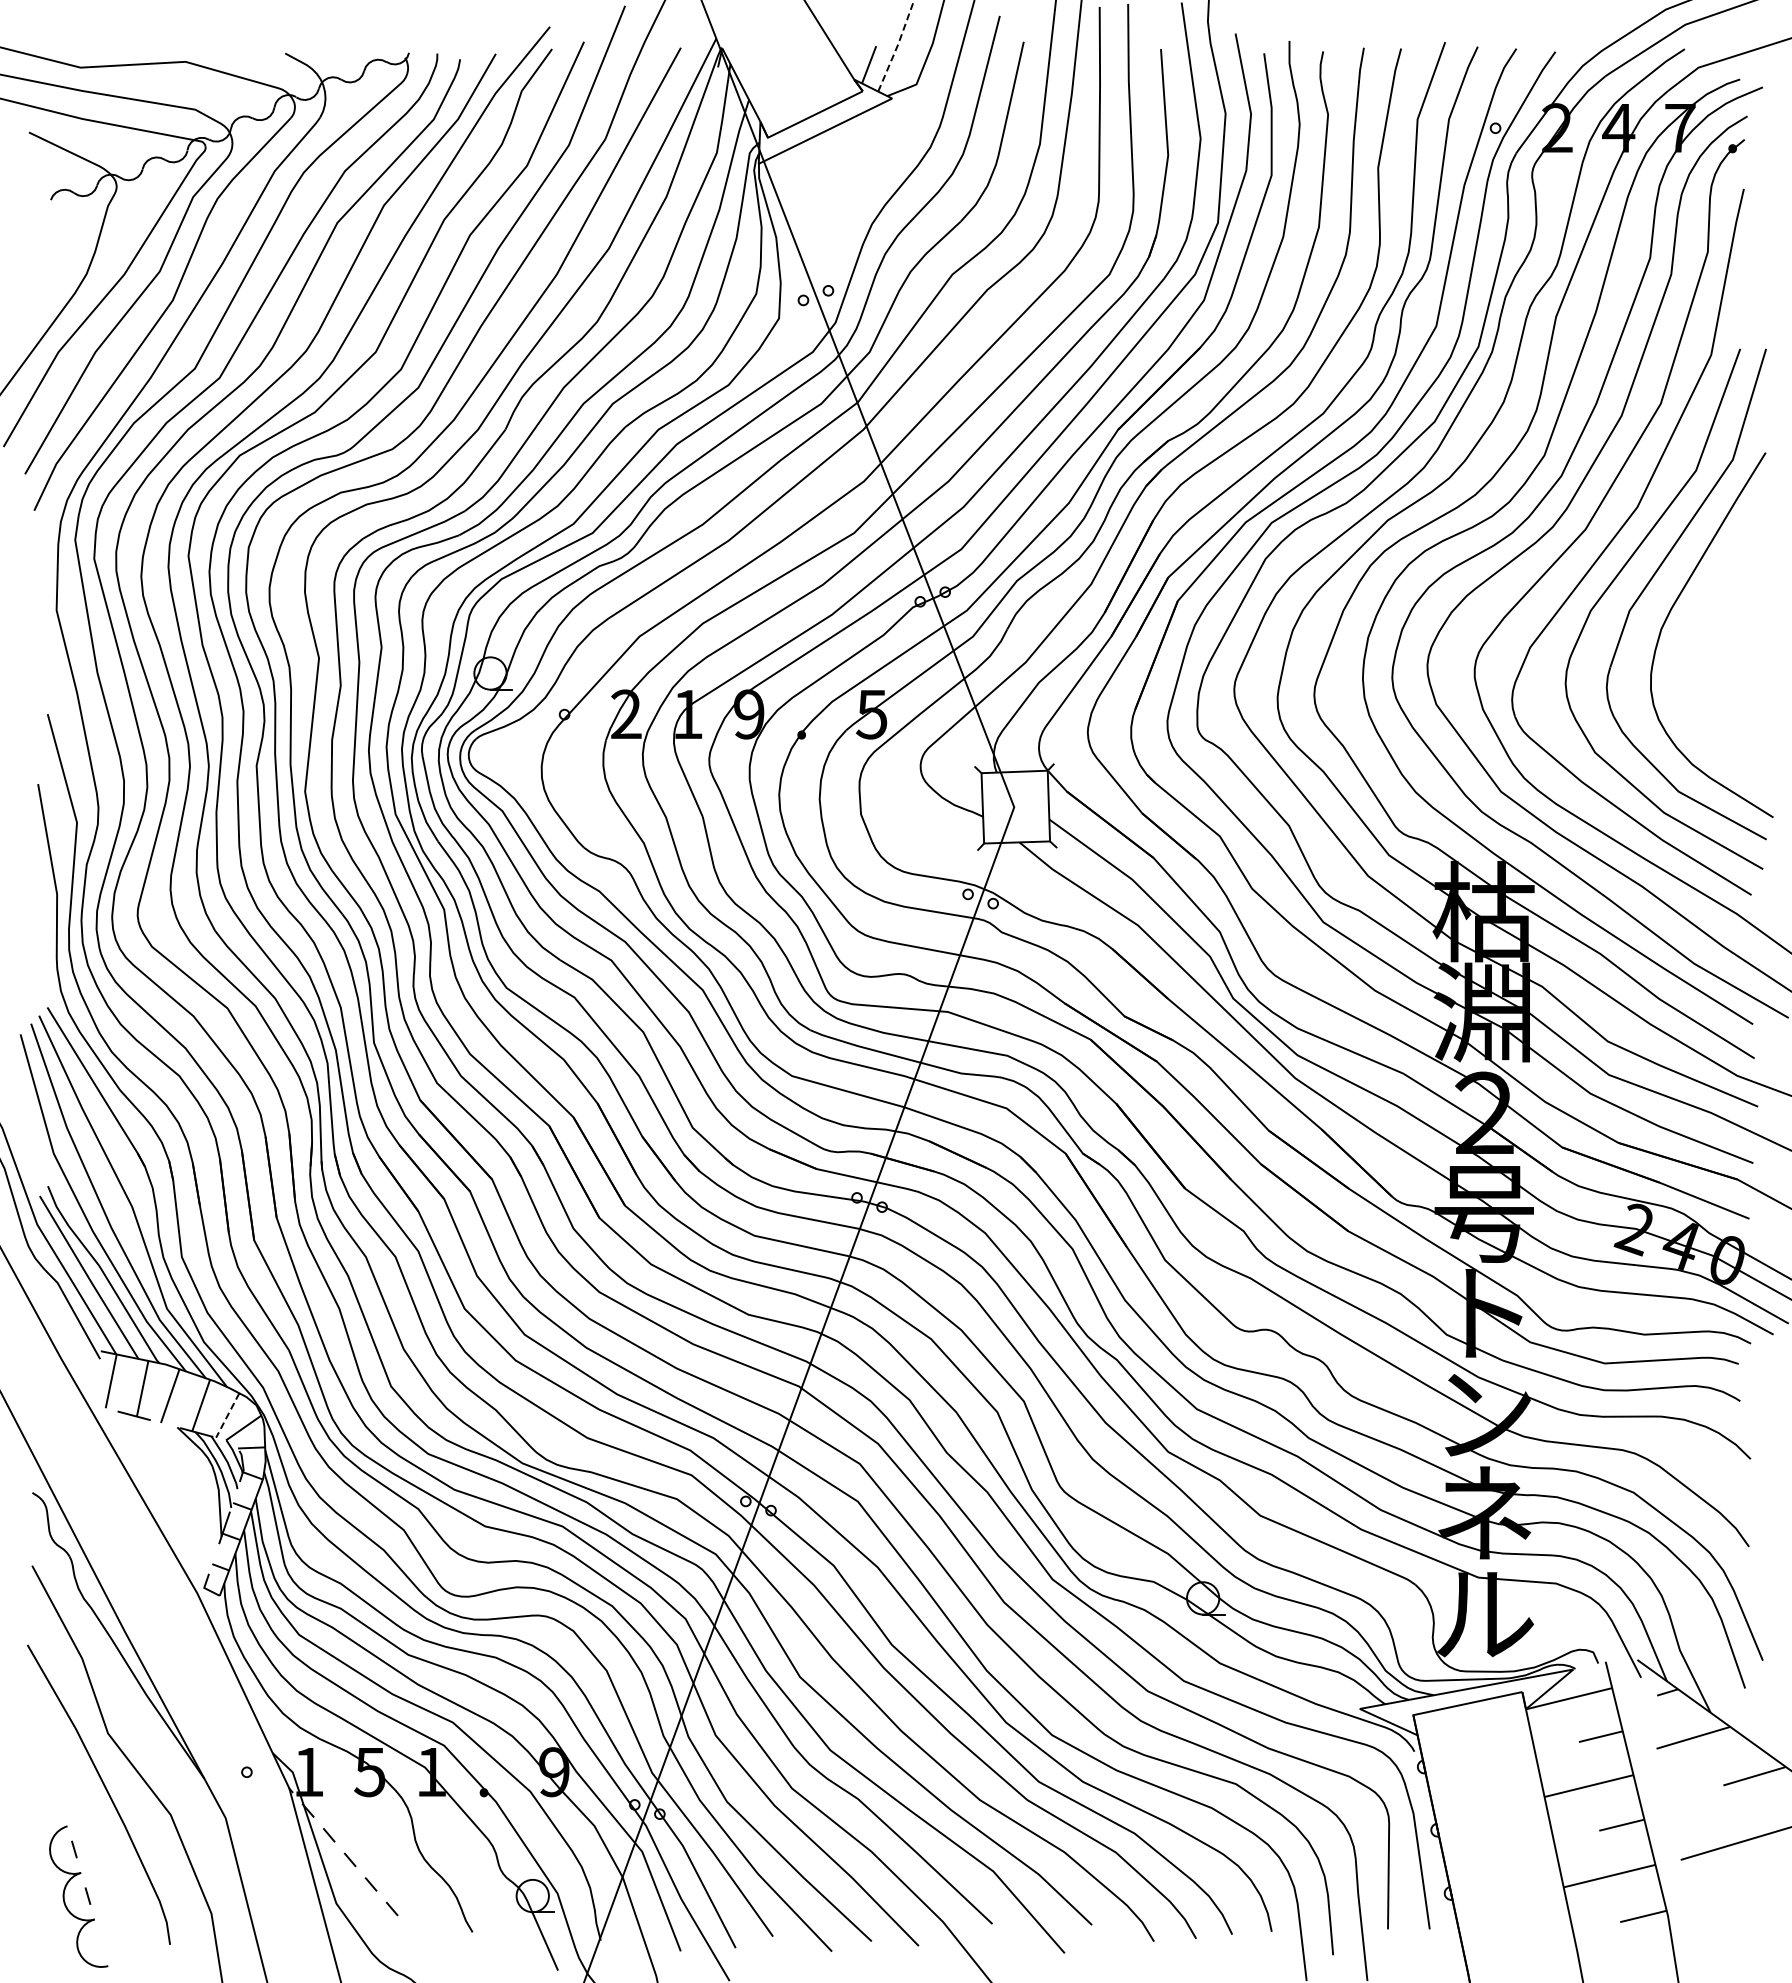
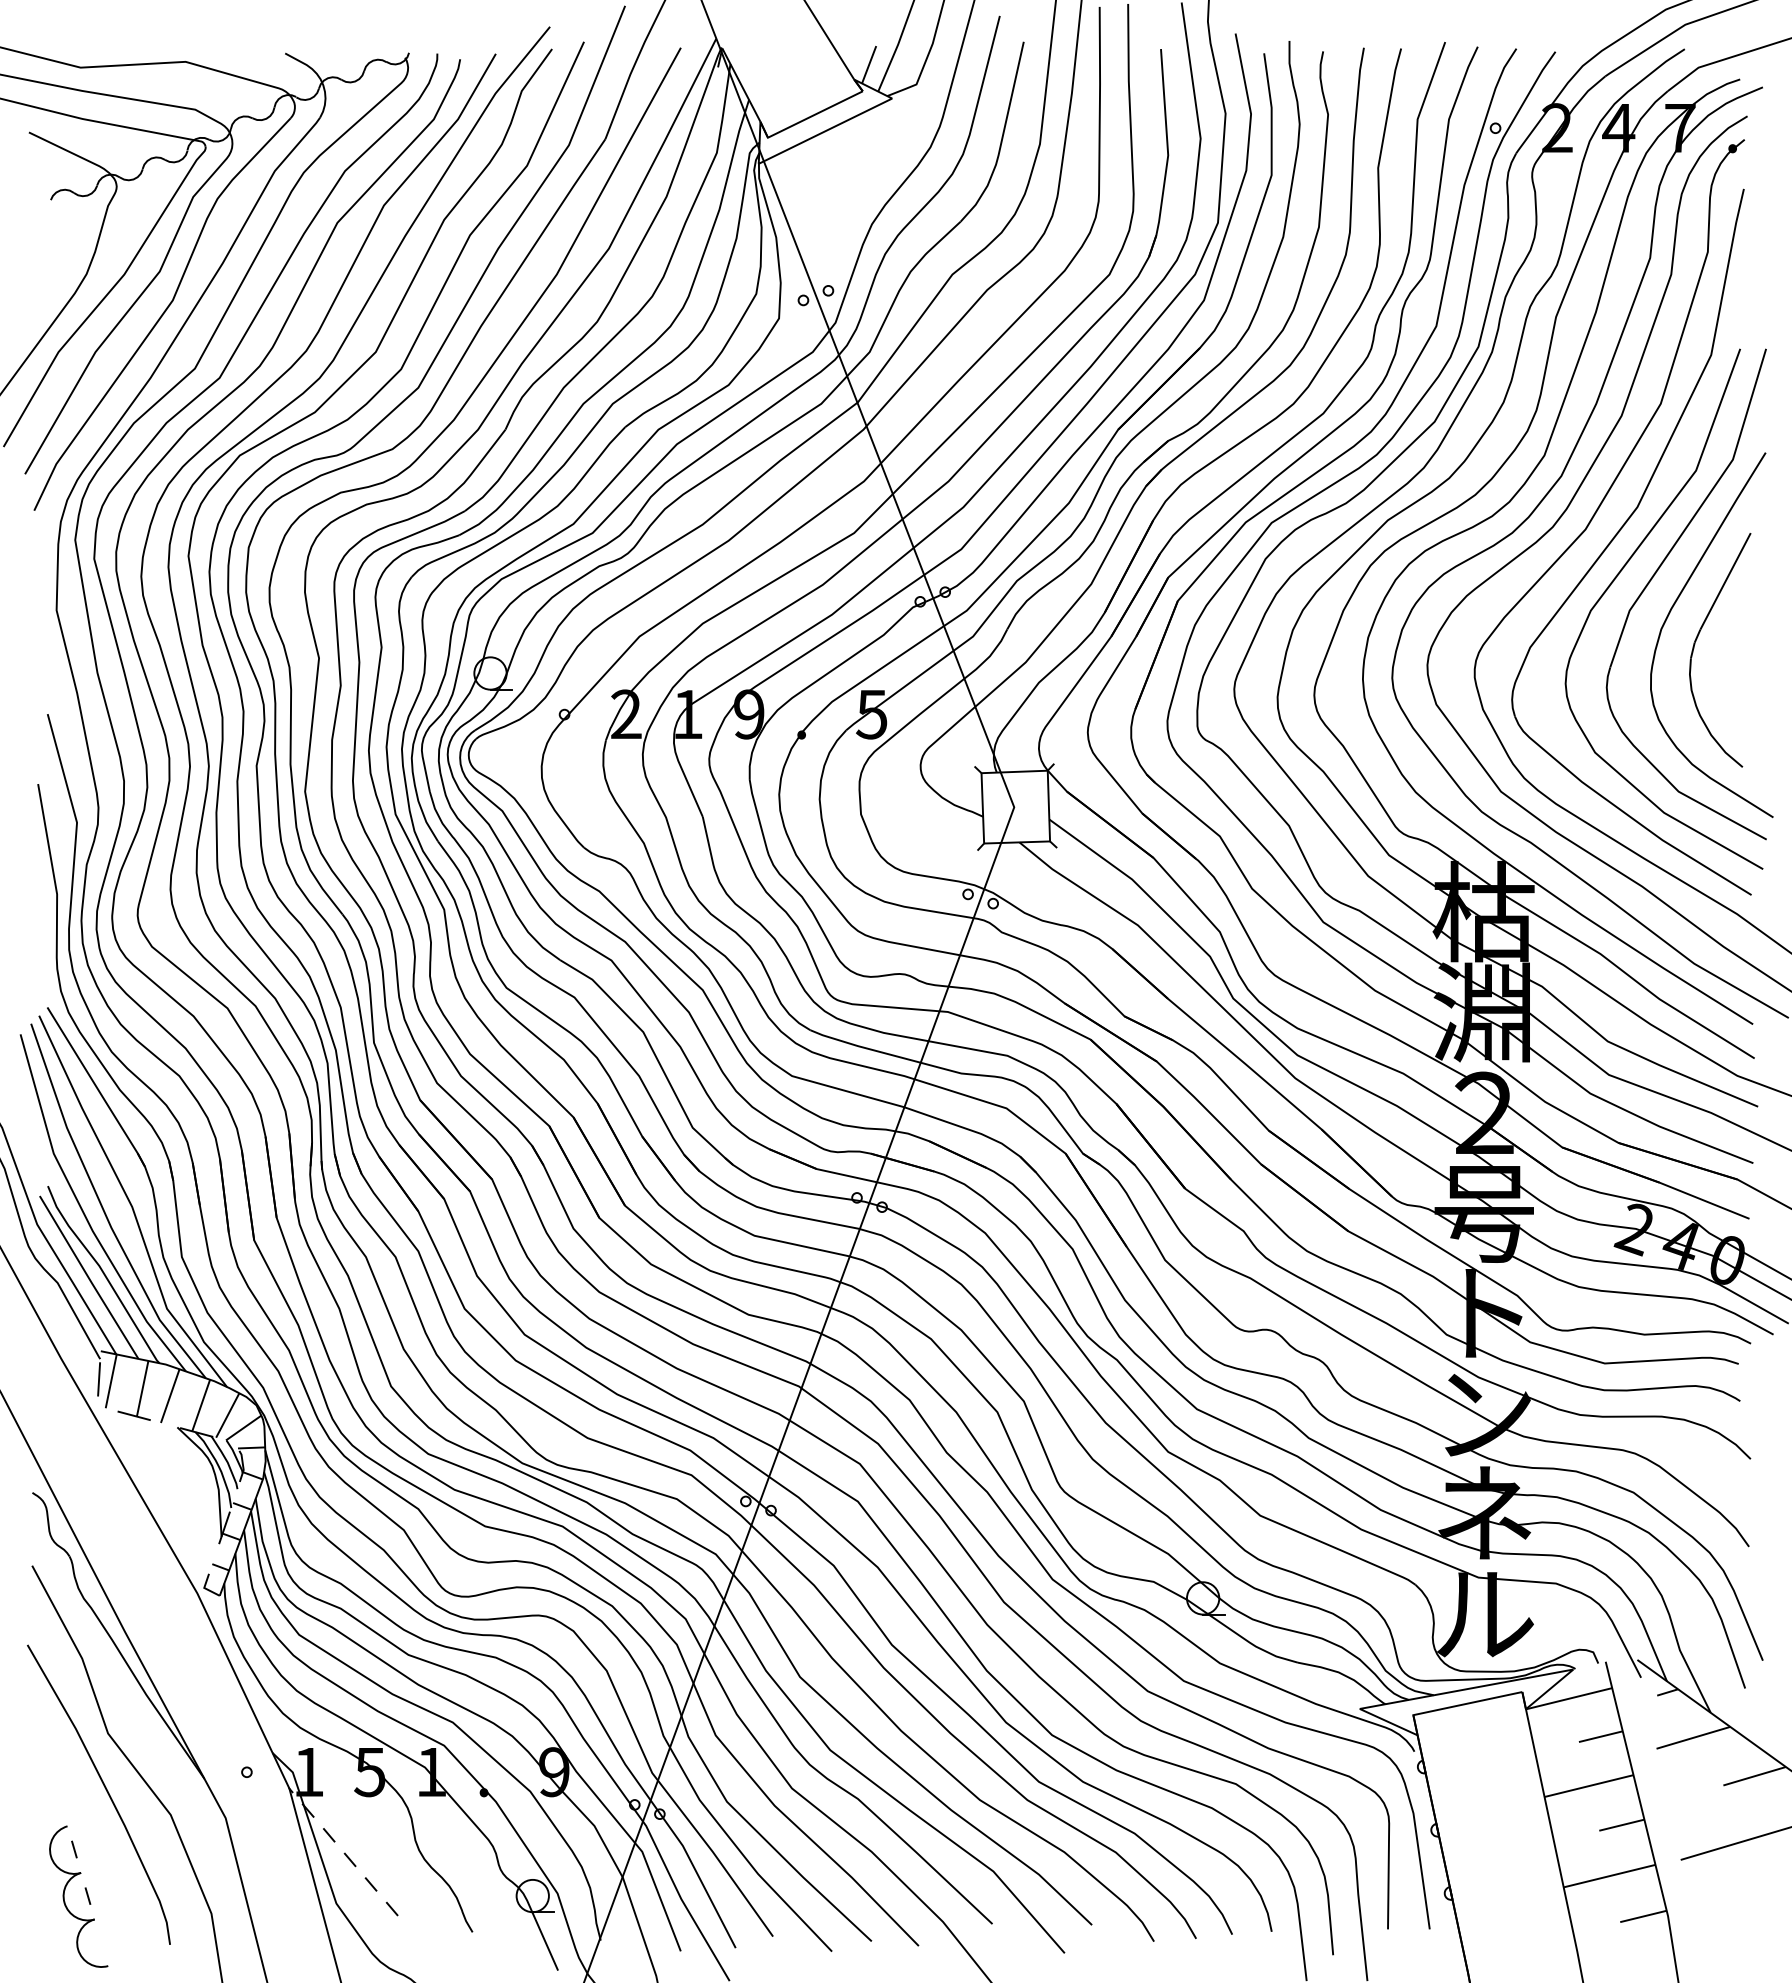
line at (897, 45): dashed -> solid
part at (1697, 639): none -> present
line at (99, 1379): none -> present
line at (227, 1415): dashed -> solid
